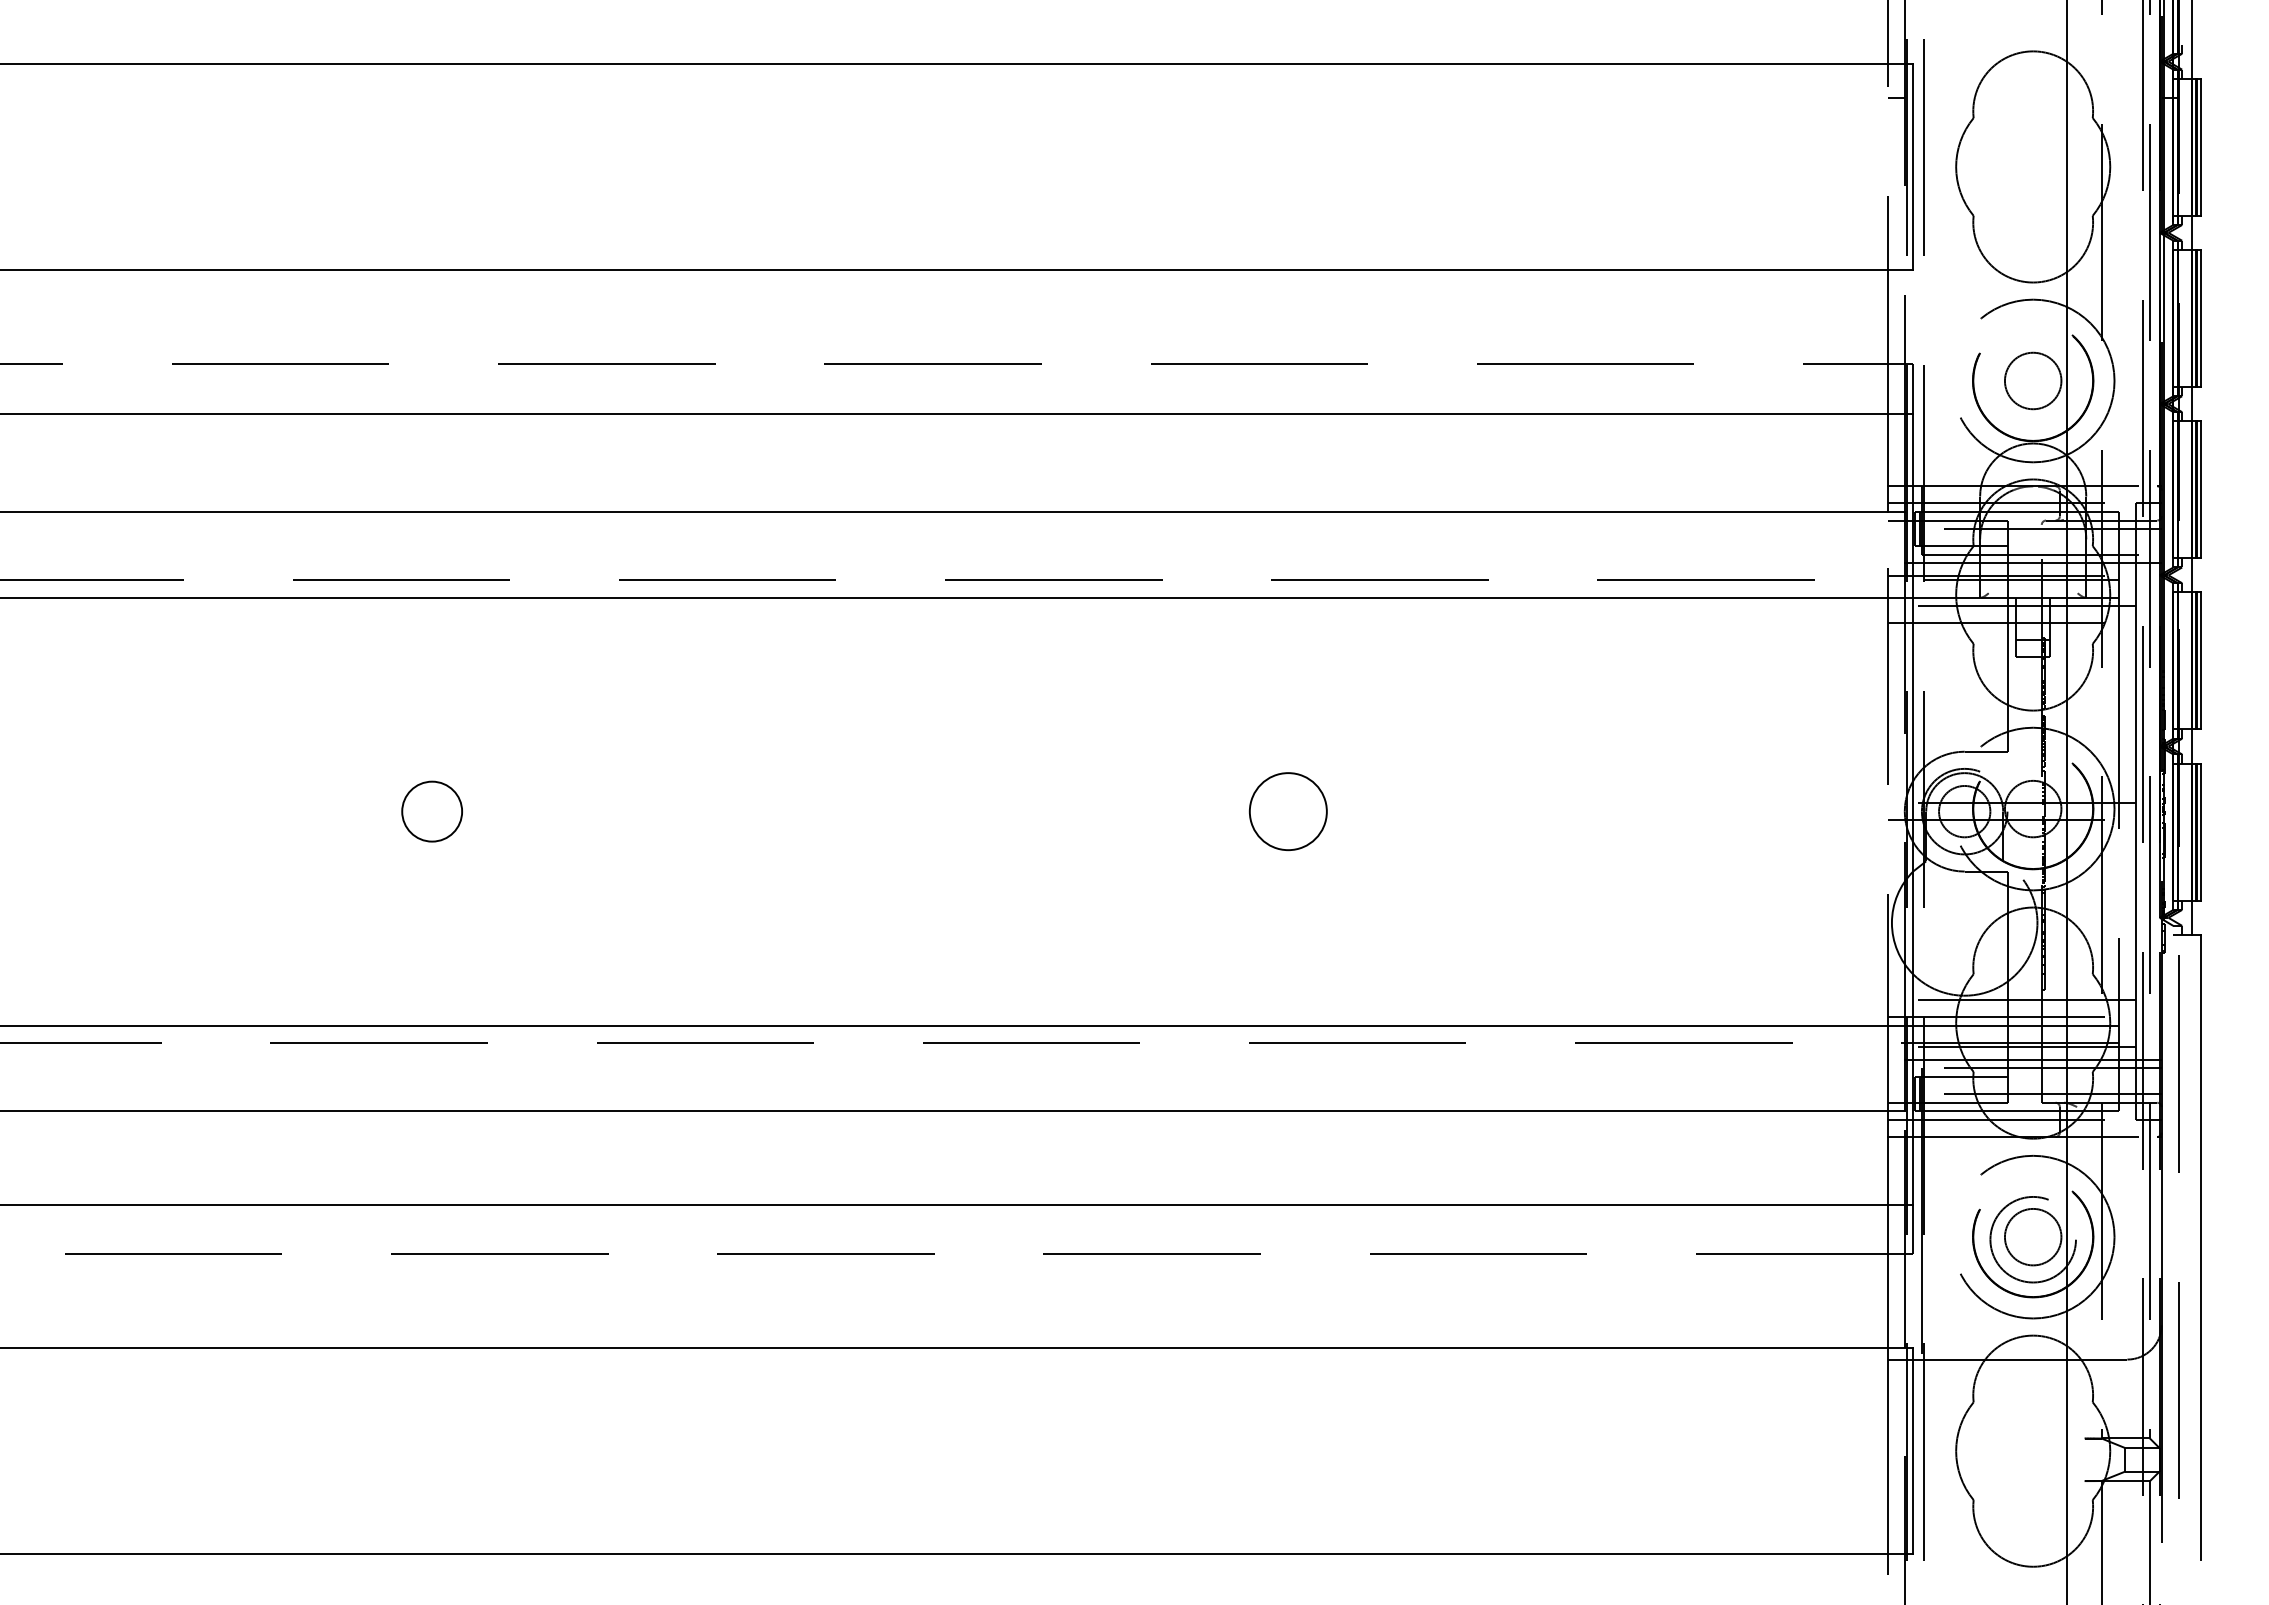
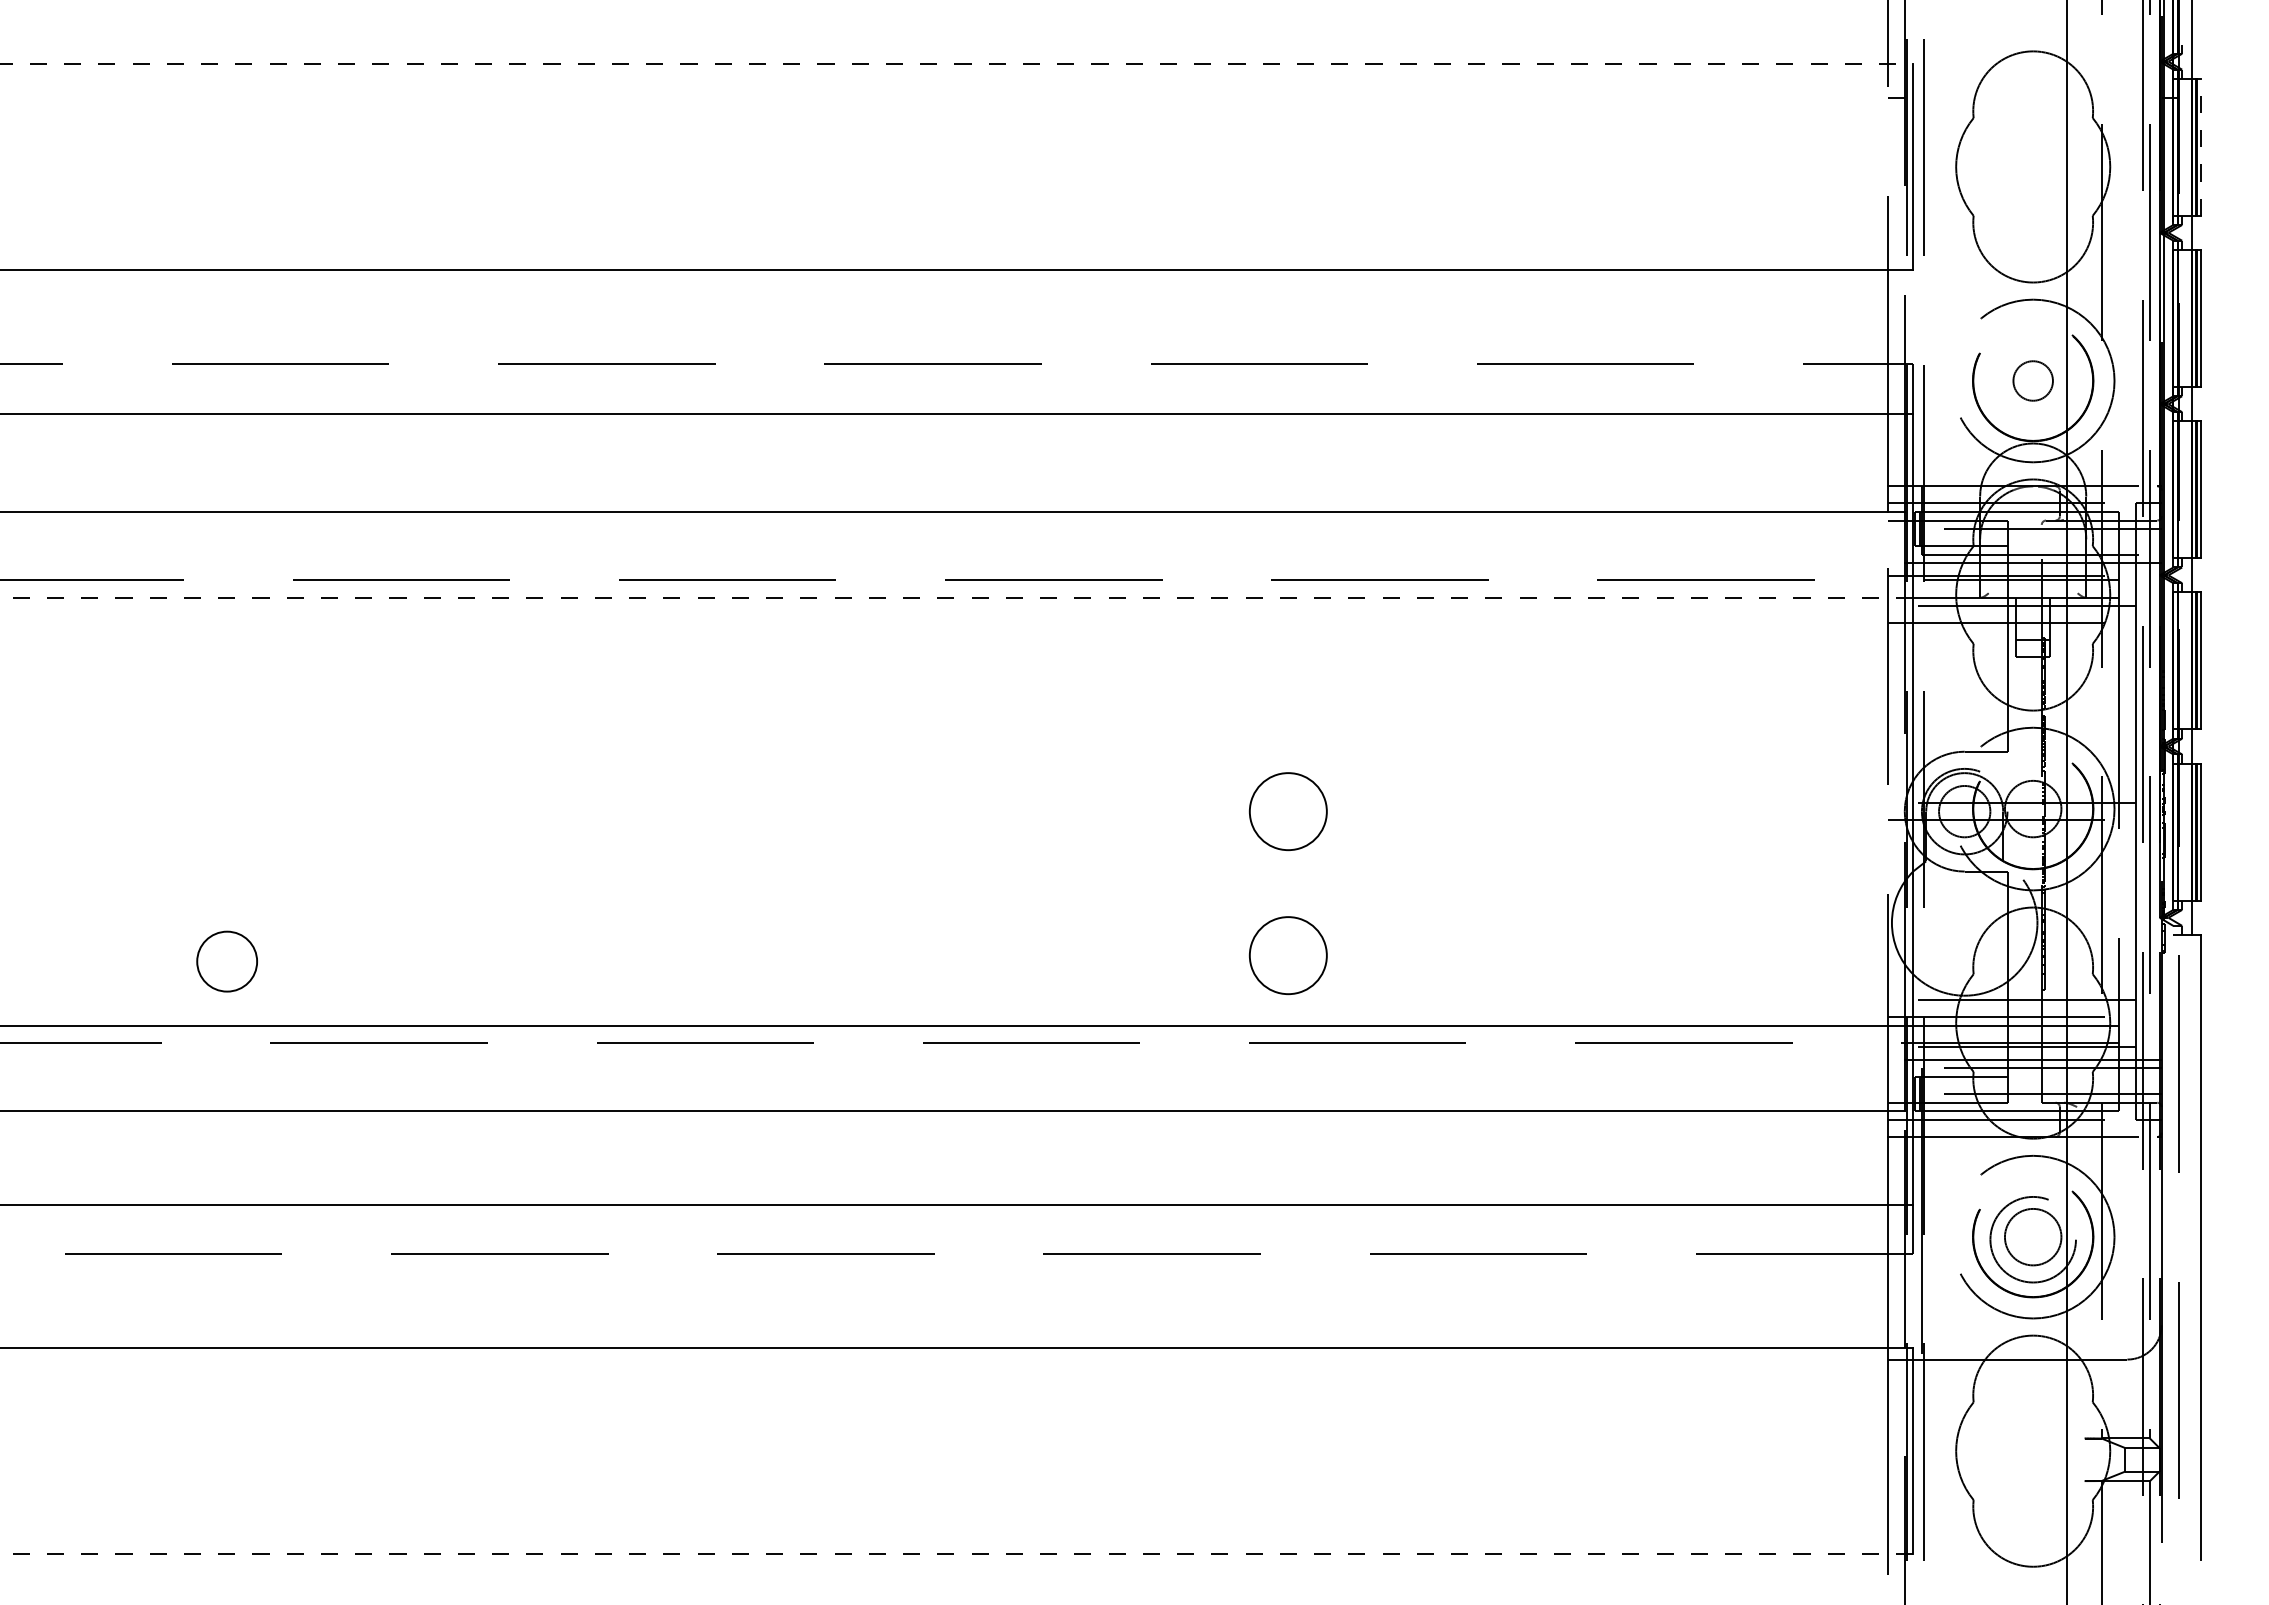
line at (957, 64): solid -> dashed
line at (2201, 146): solid -> dashed
circle at (2032, 380) diameter: 57 px -> 40 px
line at (956, 597): solid -> dashed
circle at (431, 811) position: (431, 811) -> (226, 961)
circle at (1287, 955): none -> present
line at (956, 1553): solid -> dashed
